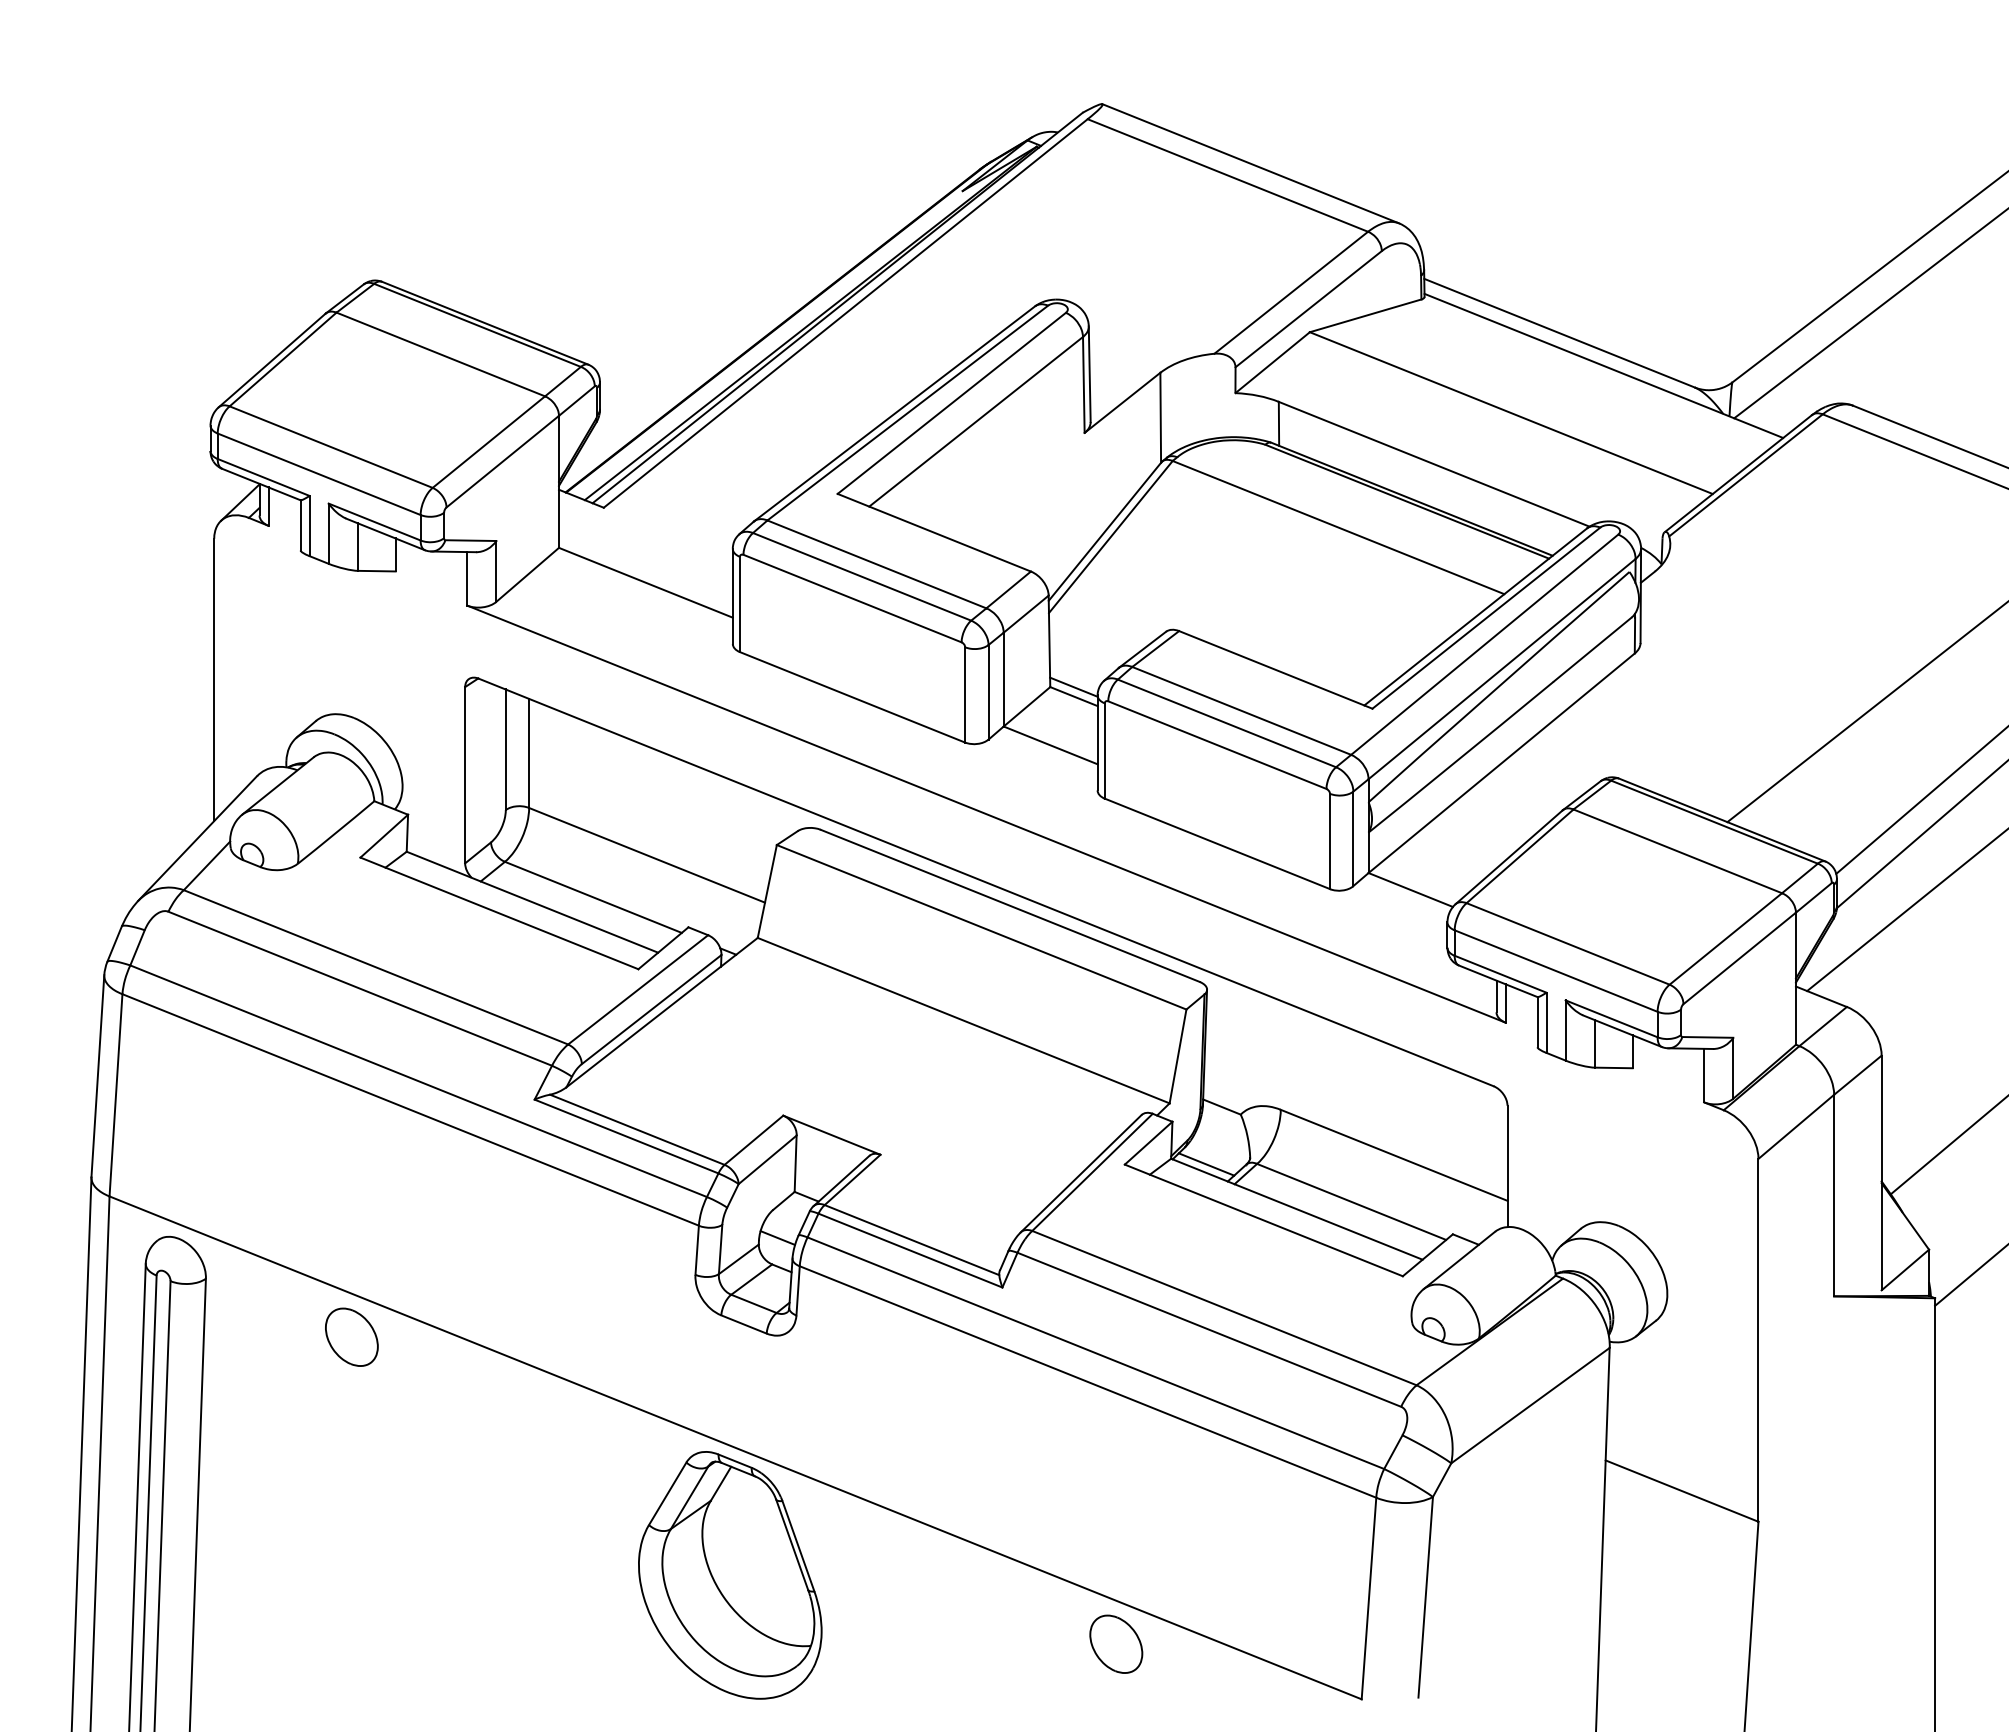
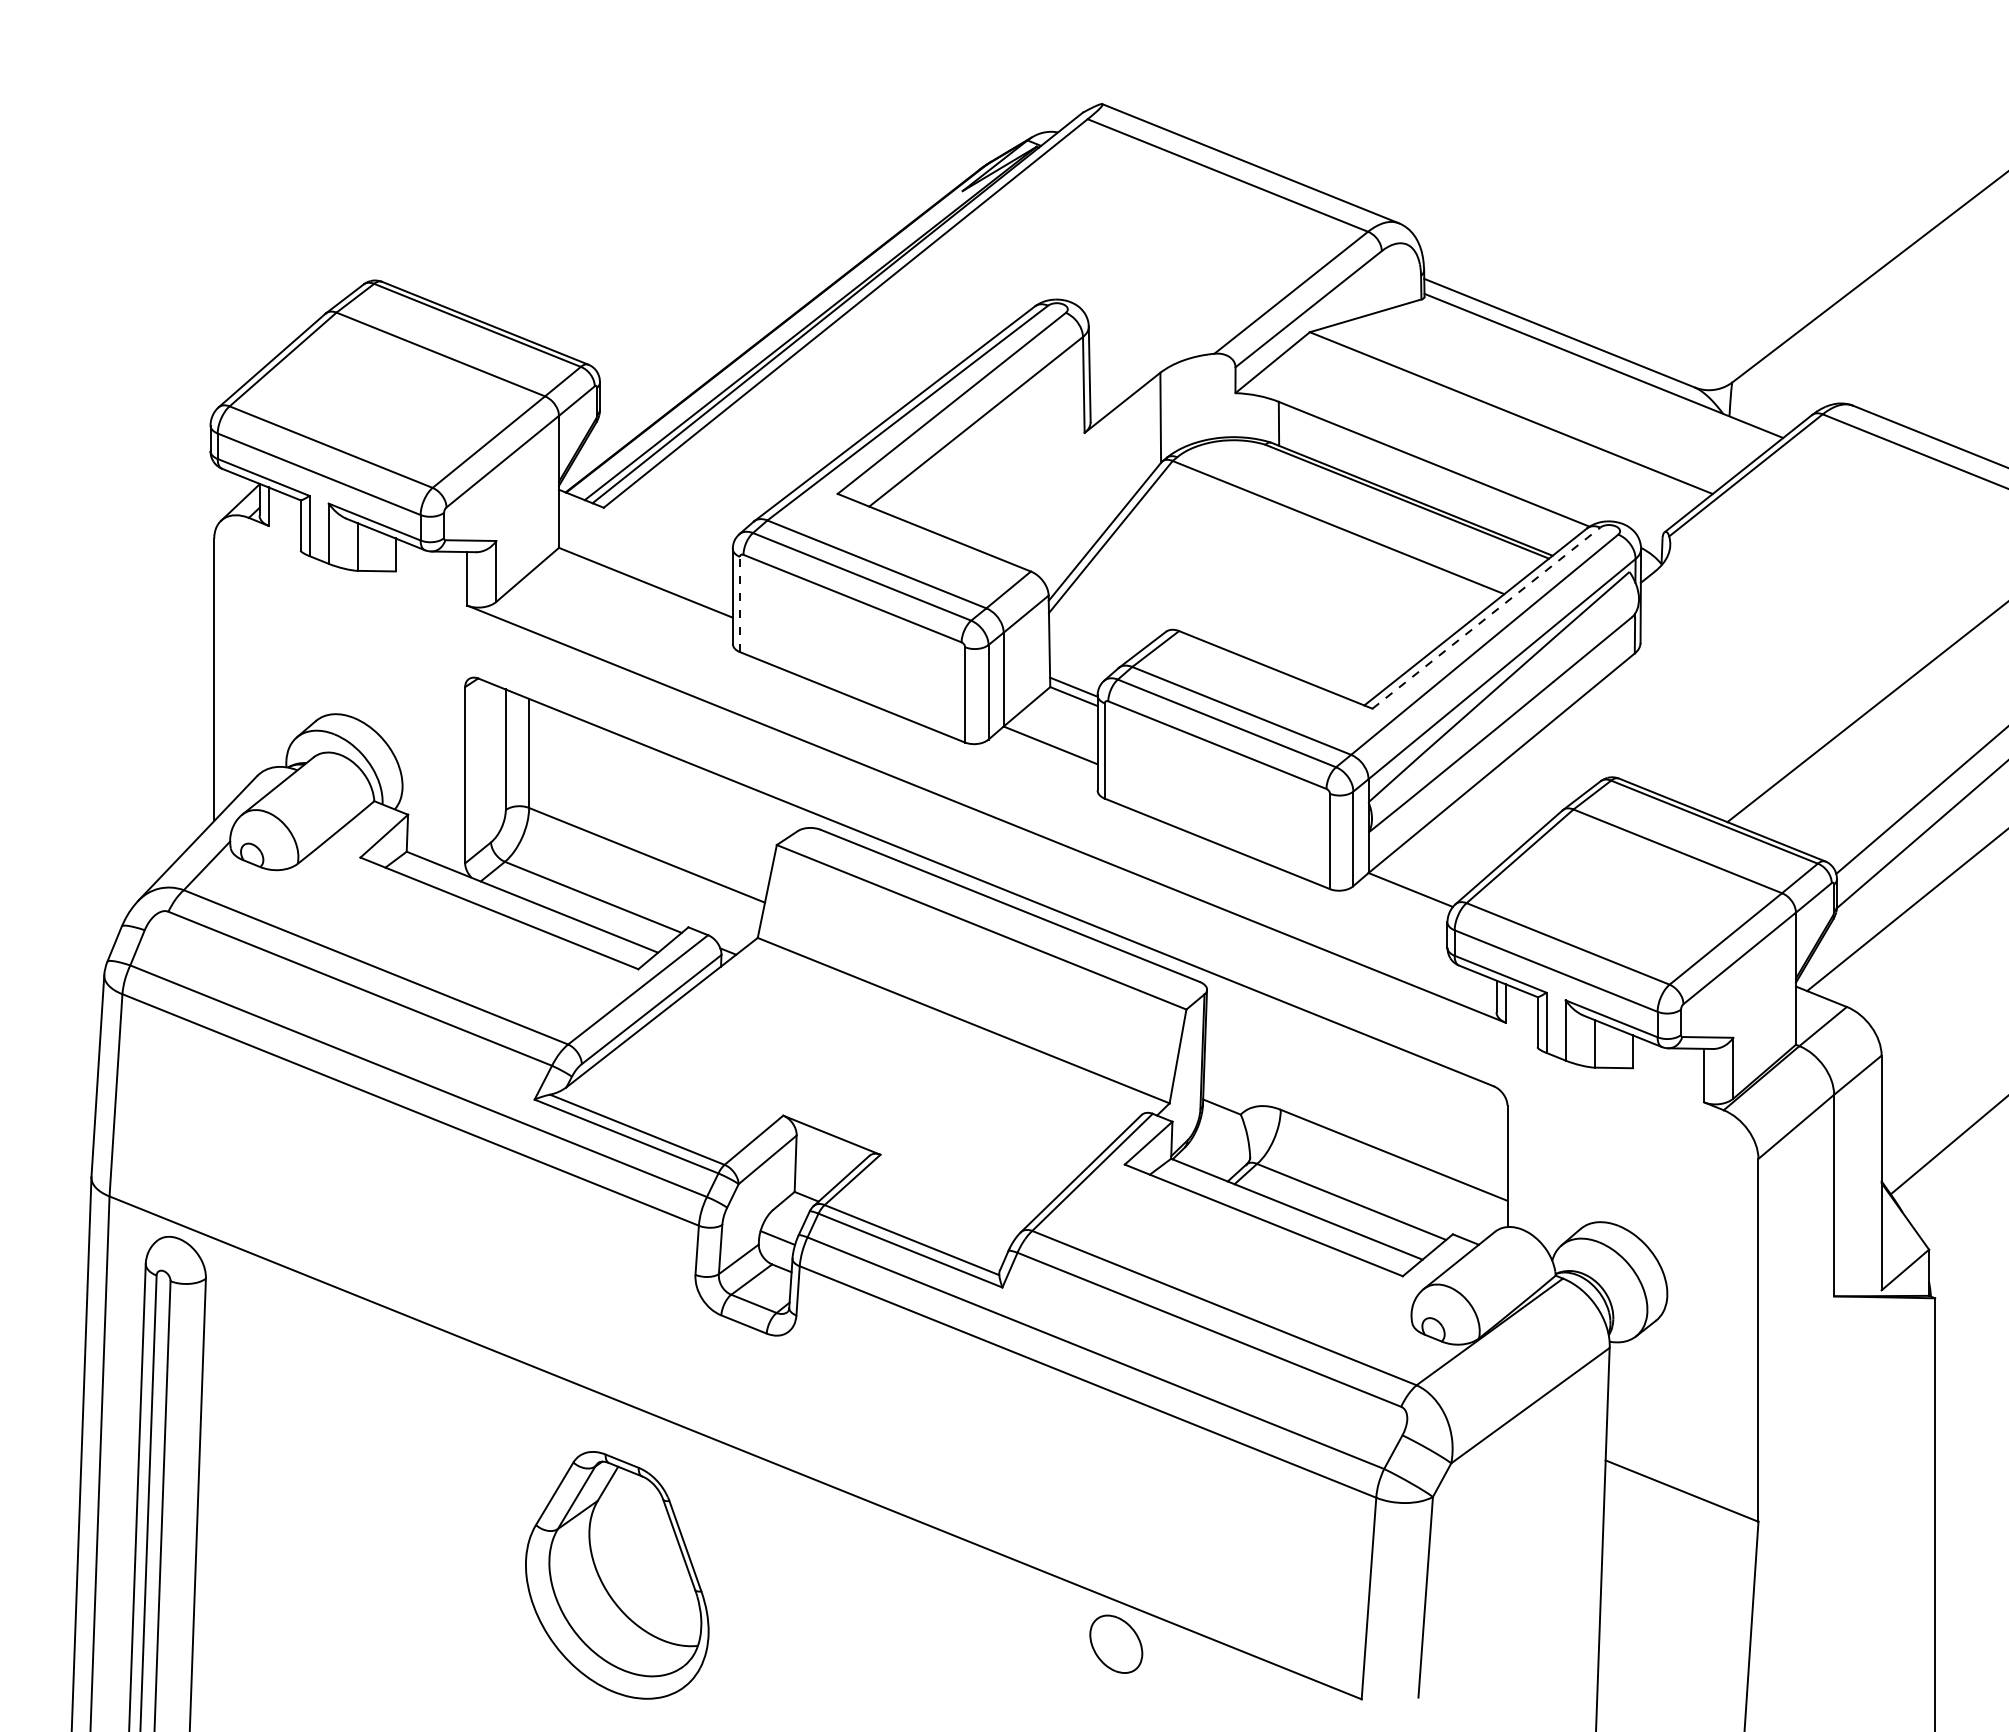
line at (1869, 314): present -> none
line at (740, 604): solid -> dashed
line at (1486, 618): solid -> dashed
line at (1206, 1164): present -> none
line at (1970, 1275): present -> none
part at (351, 1336): present -> none
part at (730, 1575) position: (730, 1575) -> (617, 1575)
